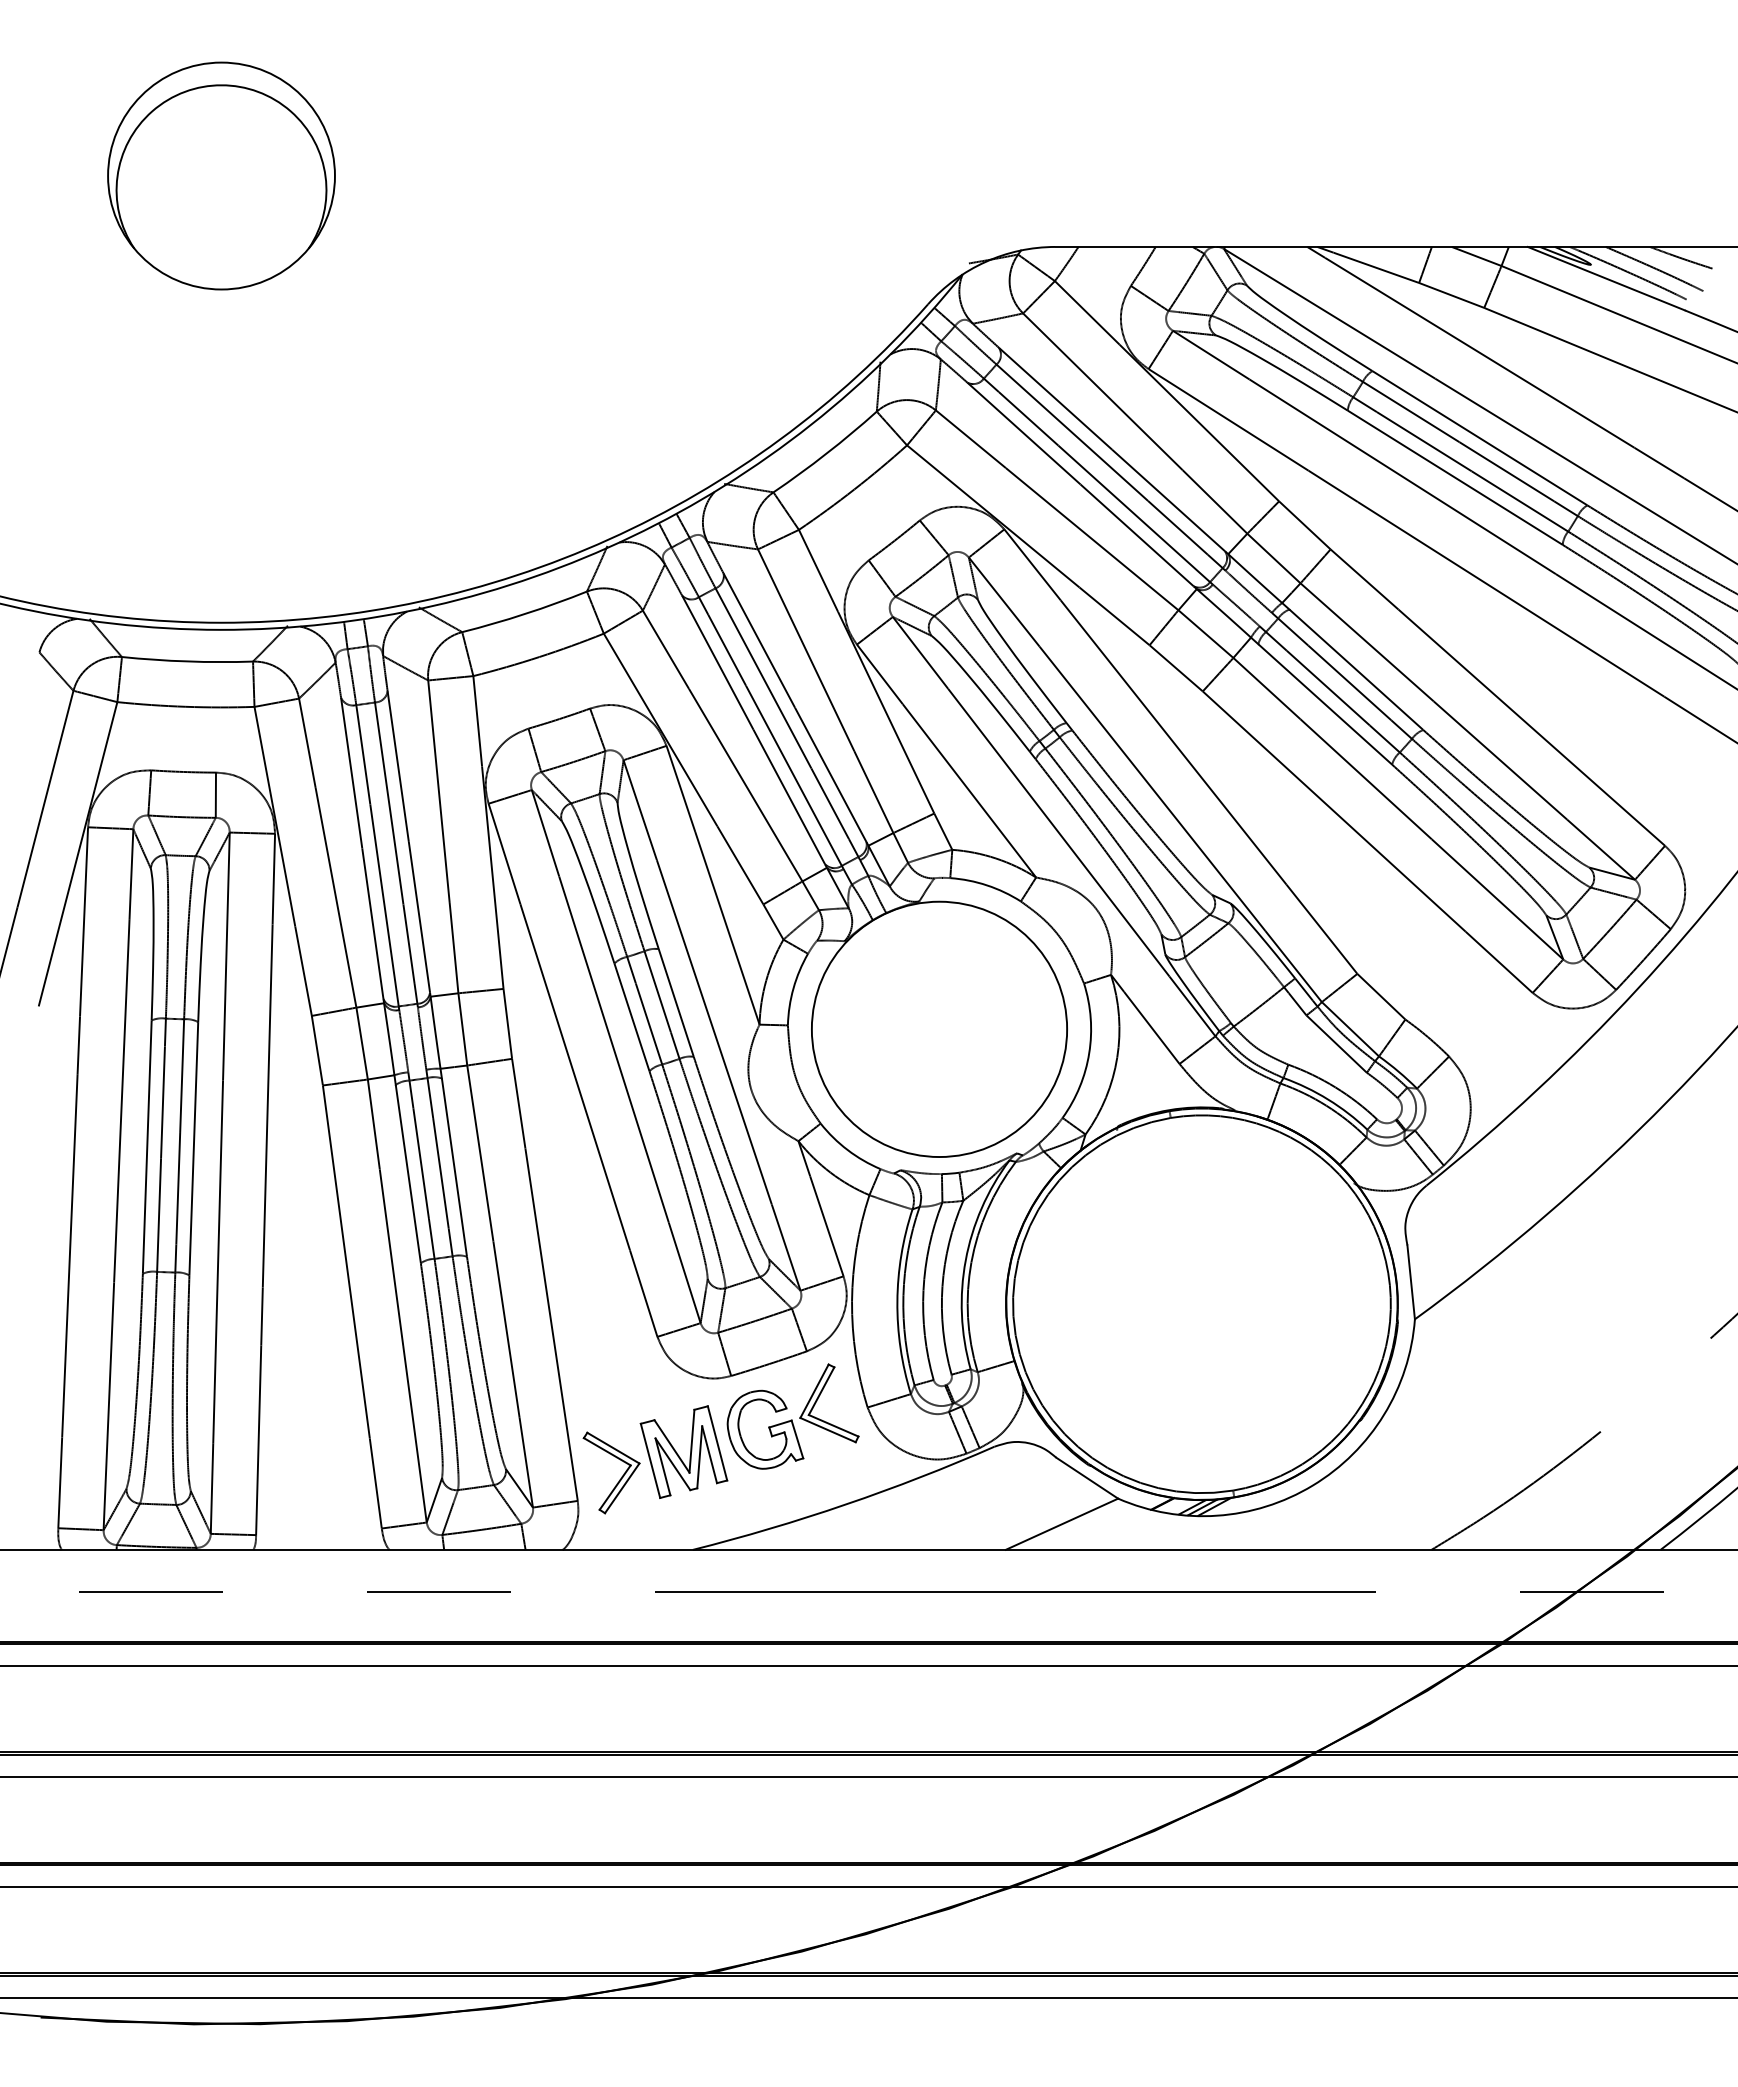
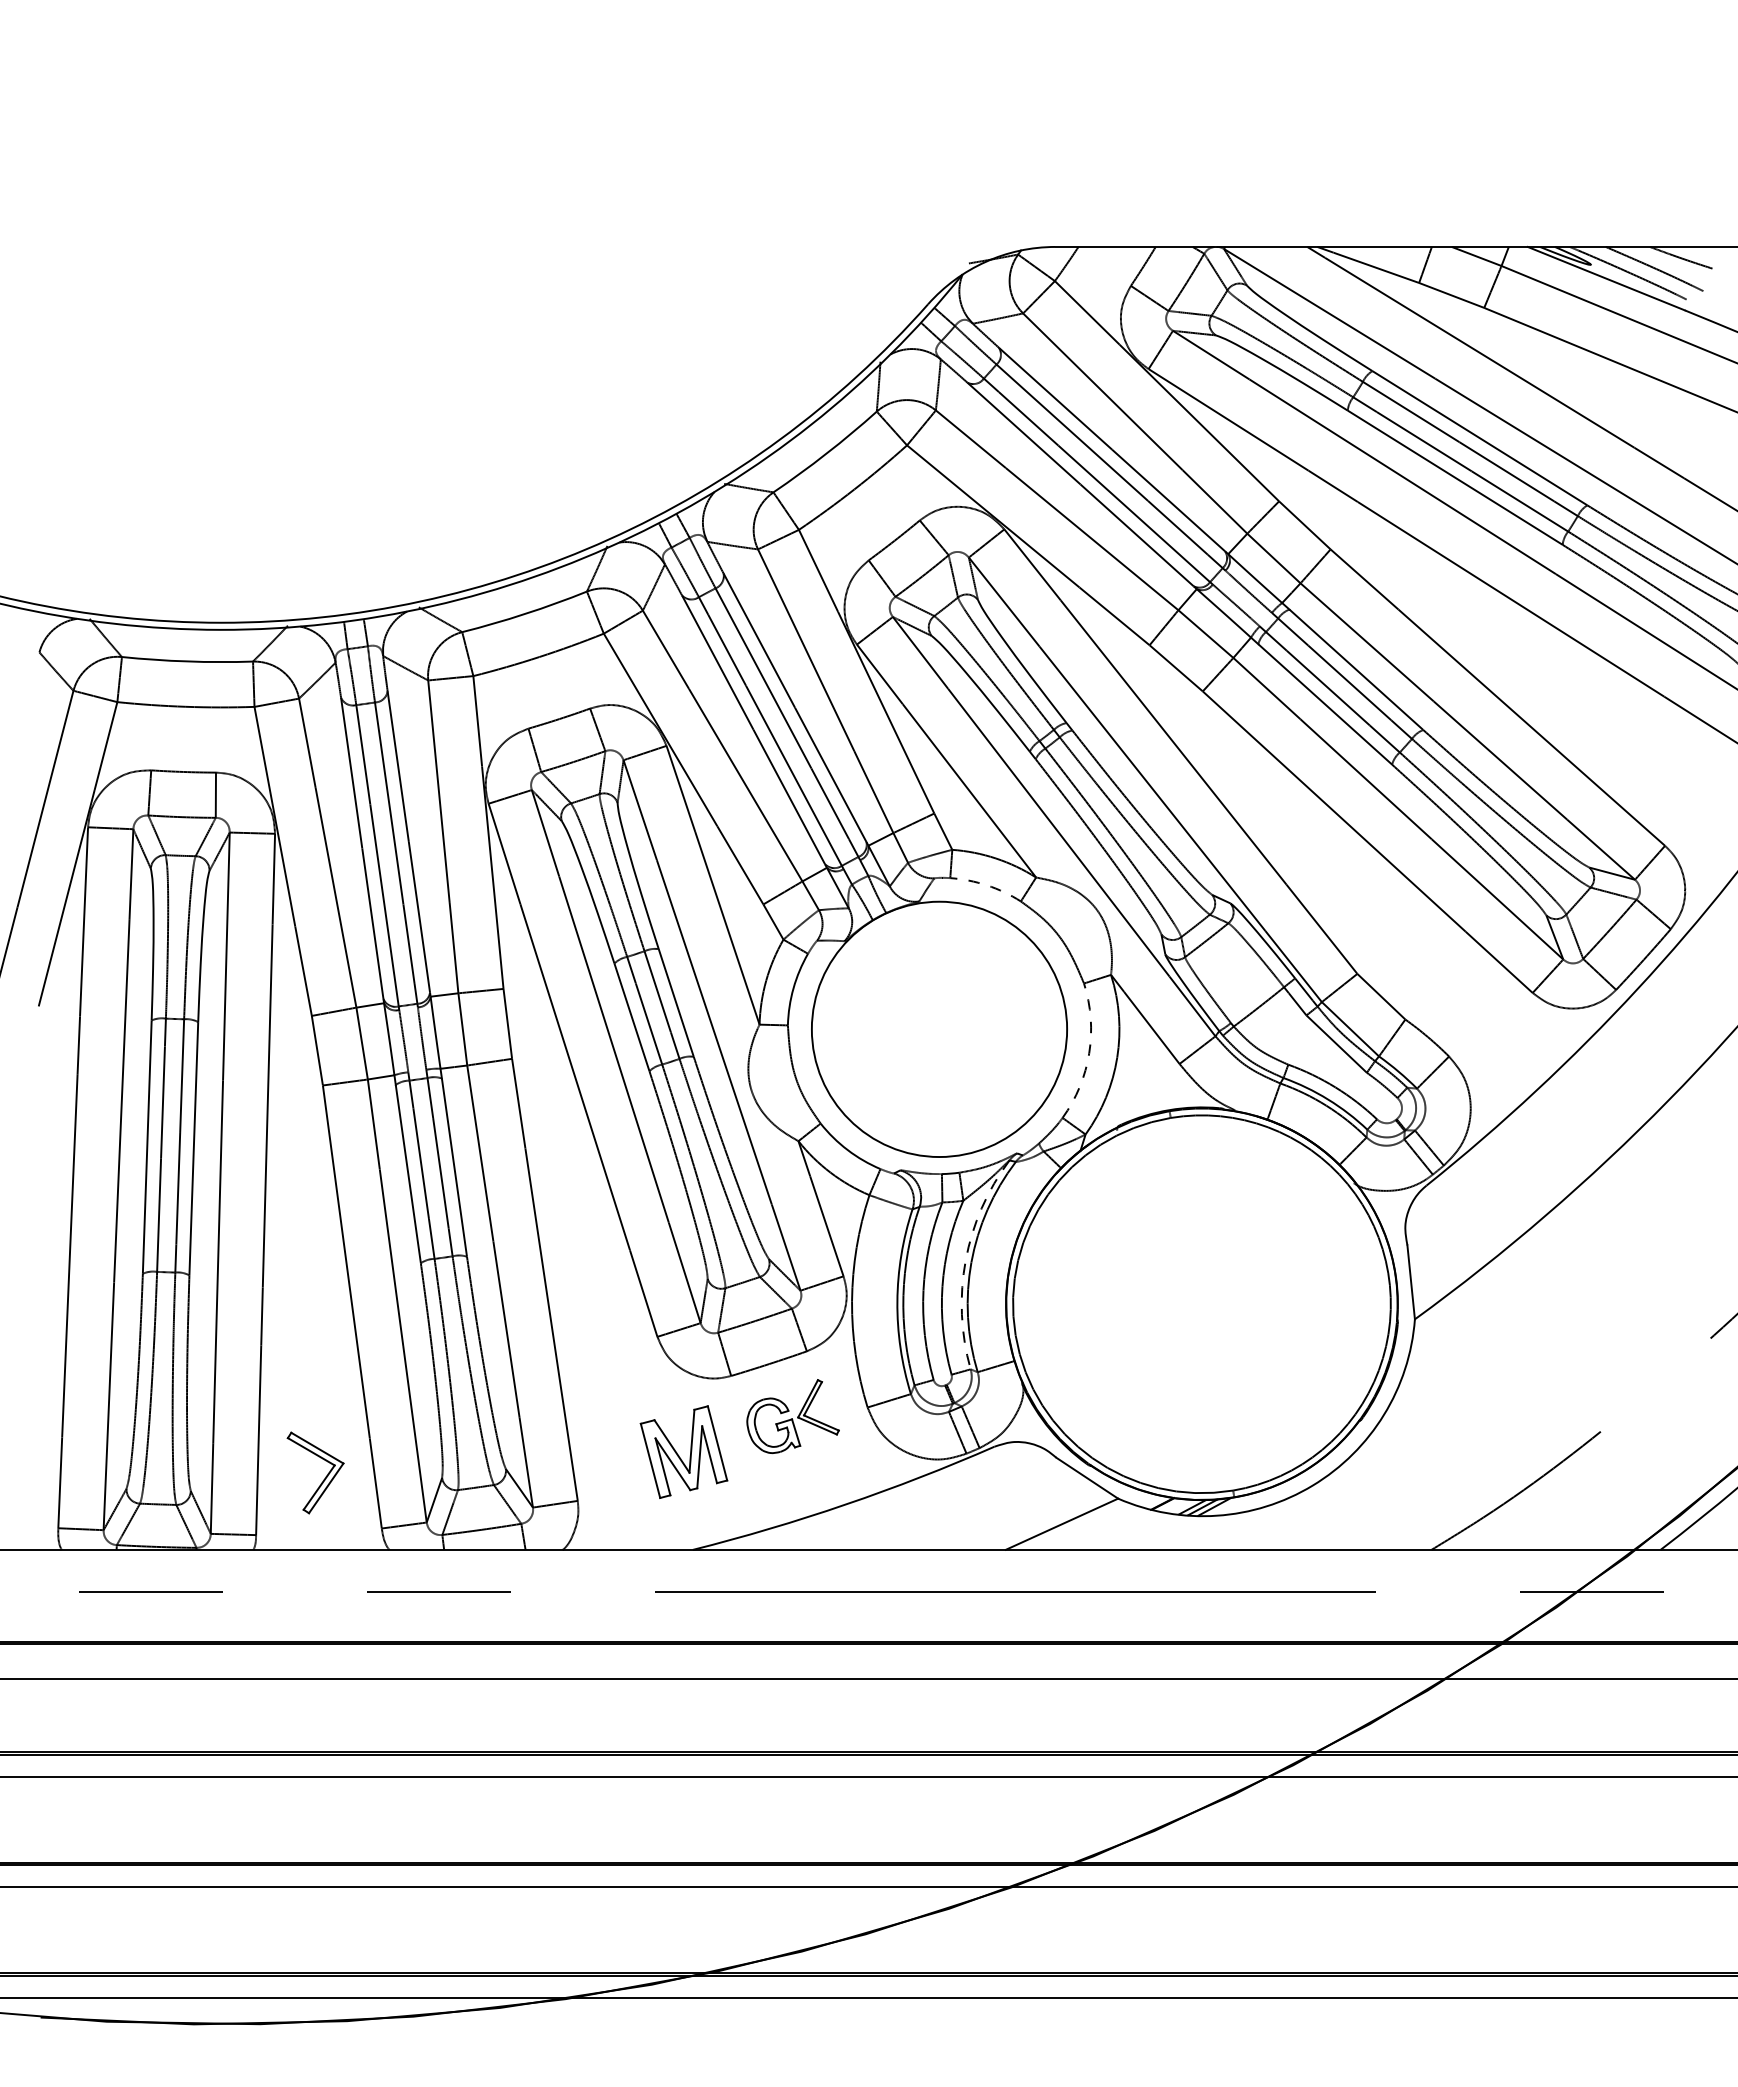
part at (221, 175): present -> none
arc at (987, 885): solid -> dashed
arc at (1089, 1053): solid -> dashed
arc at (965, 1260): solid -> dashed
part at (792, 1416) size: 134x107 px -> 94x75 px
part at (619, 1479) position: (619, 1479) -> (323, 1479)
line at (868, 1666) position: (868, 1666) -> (868, 1679)
